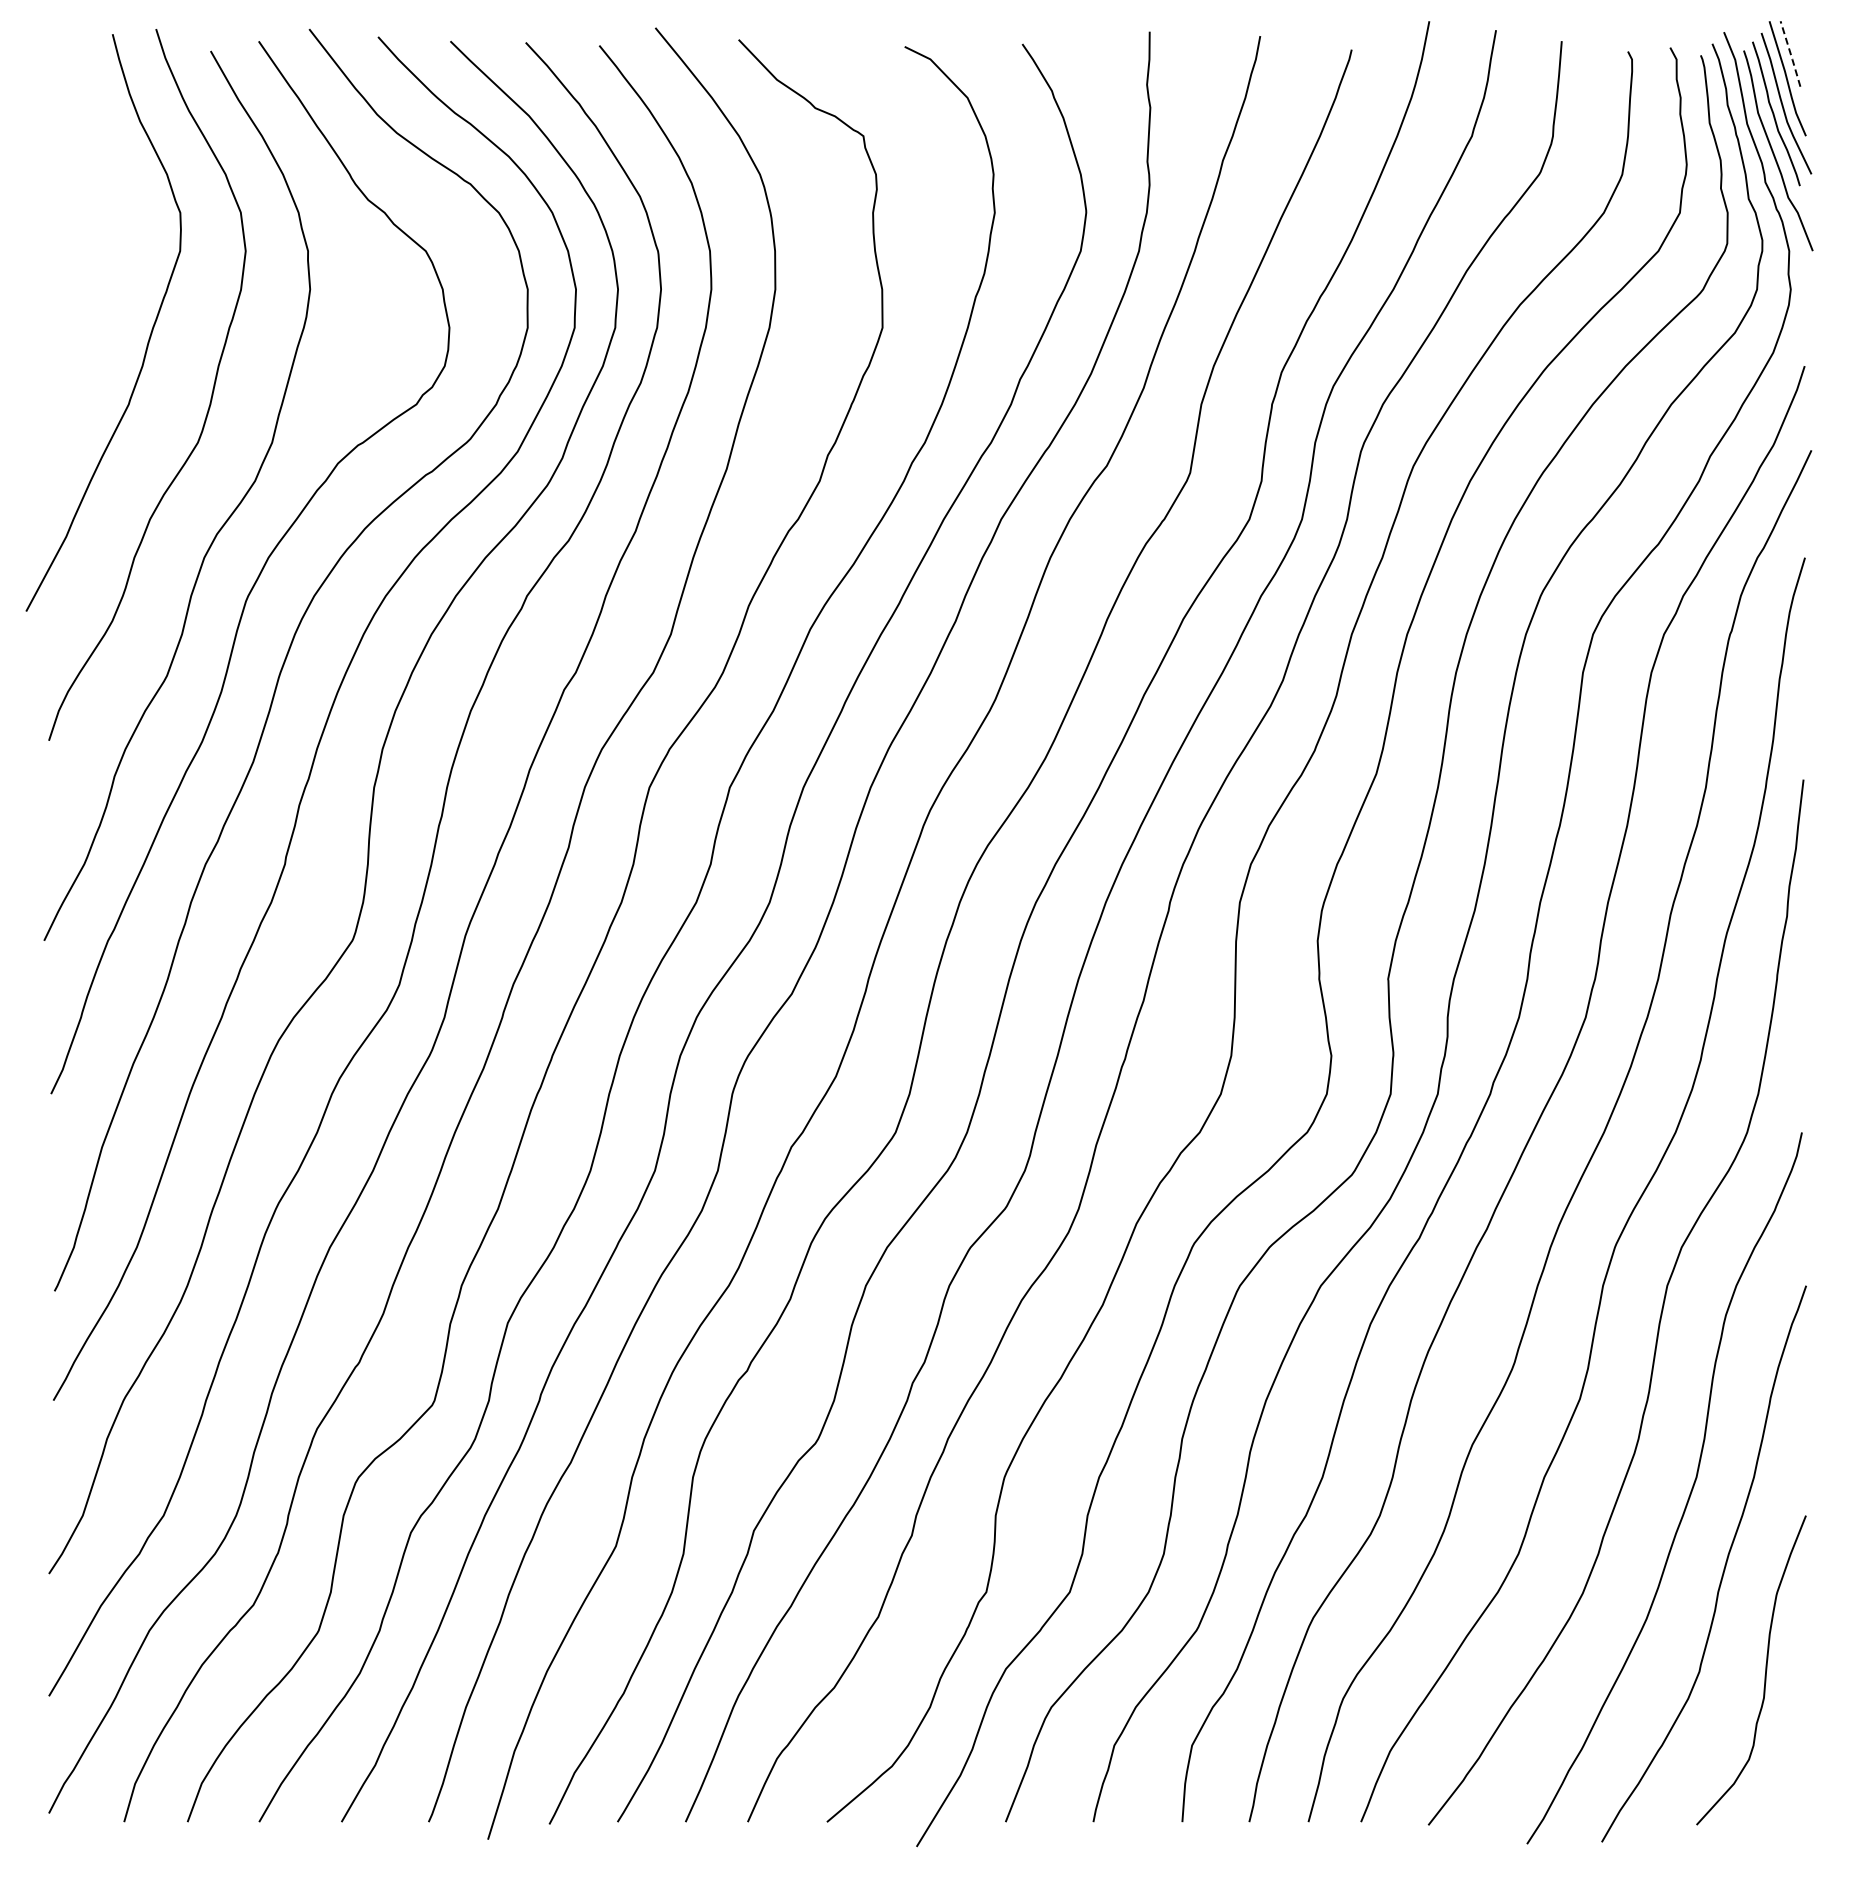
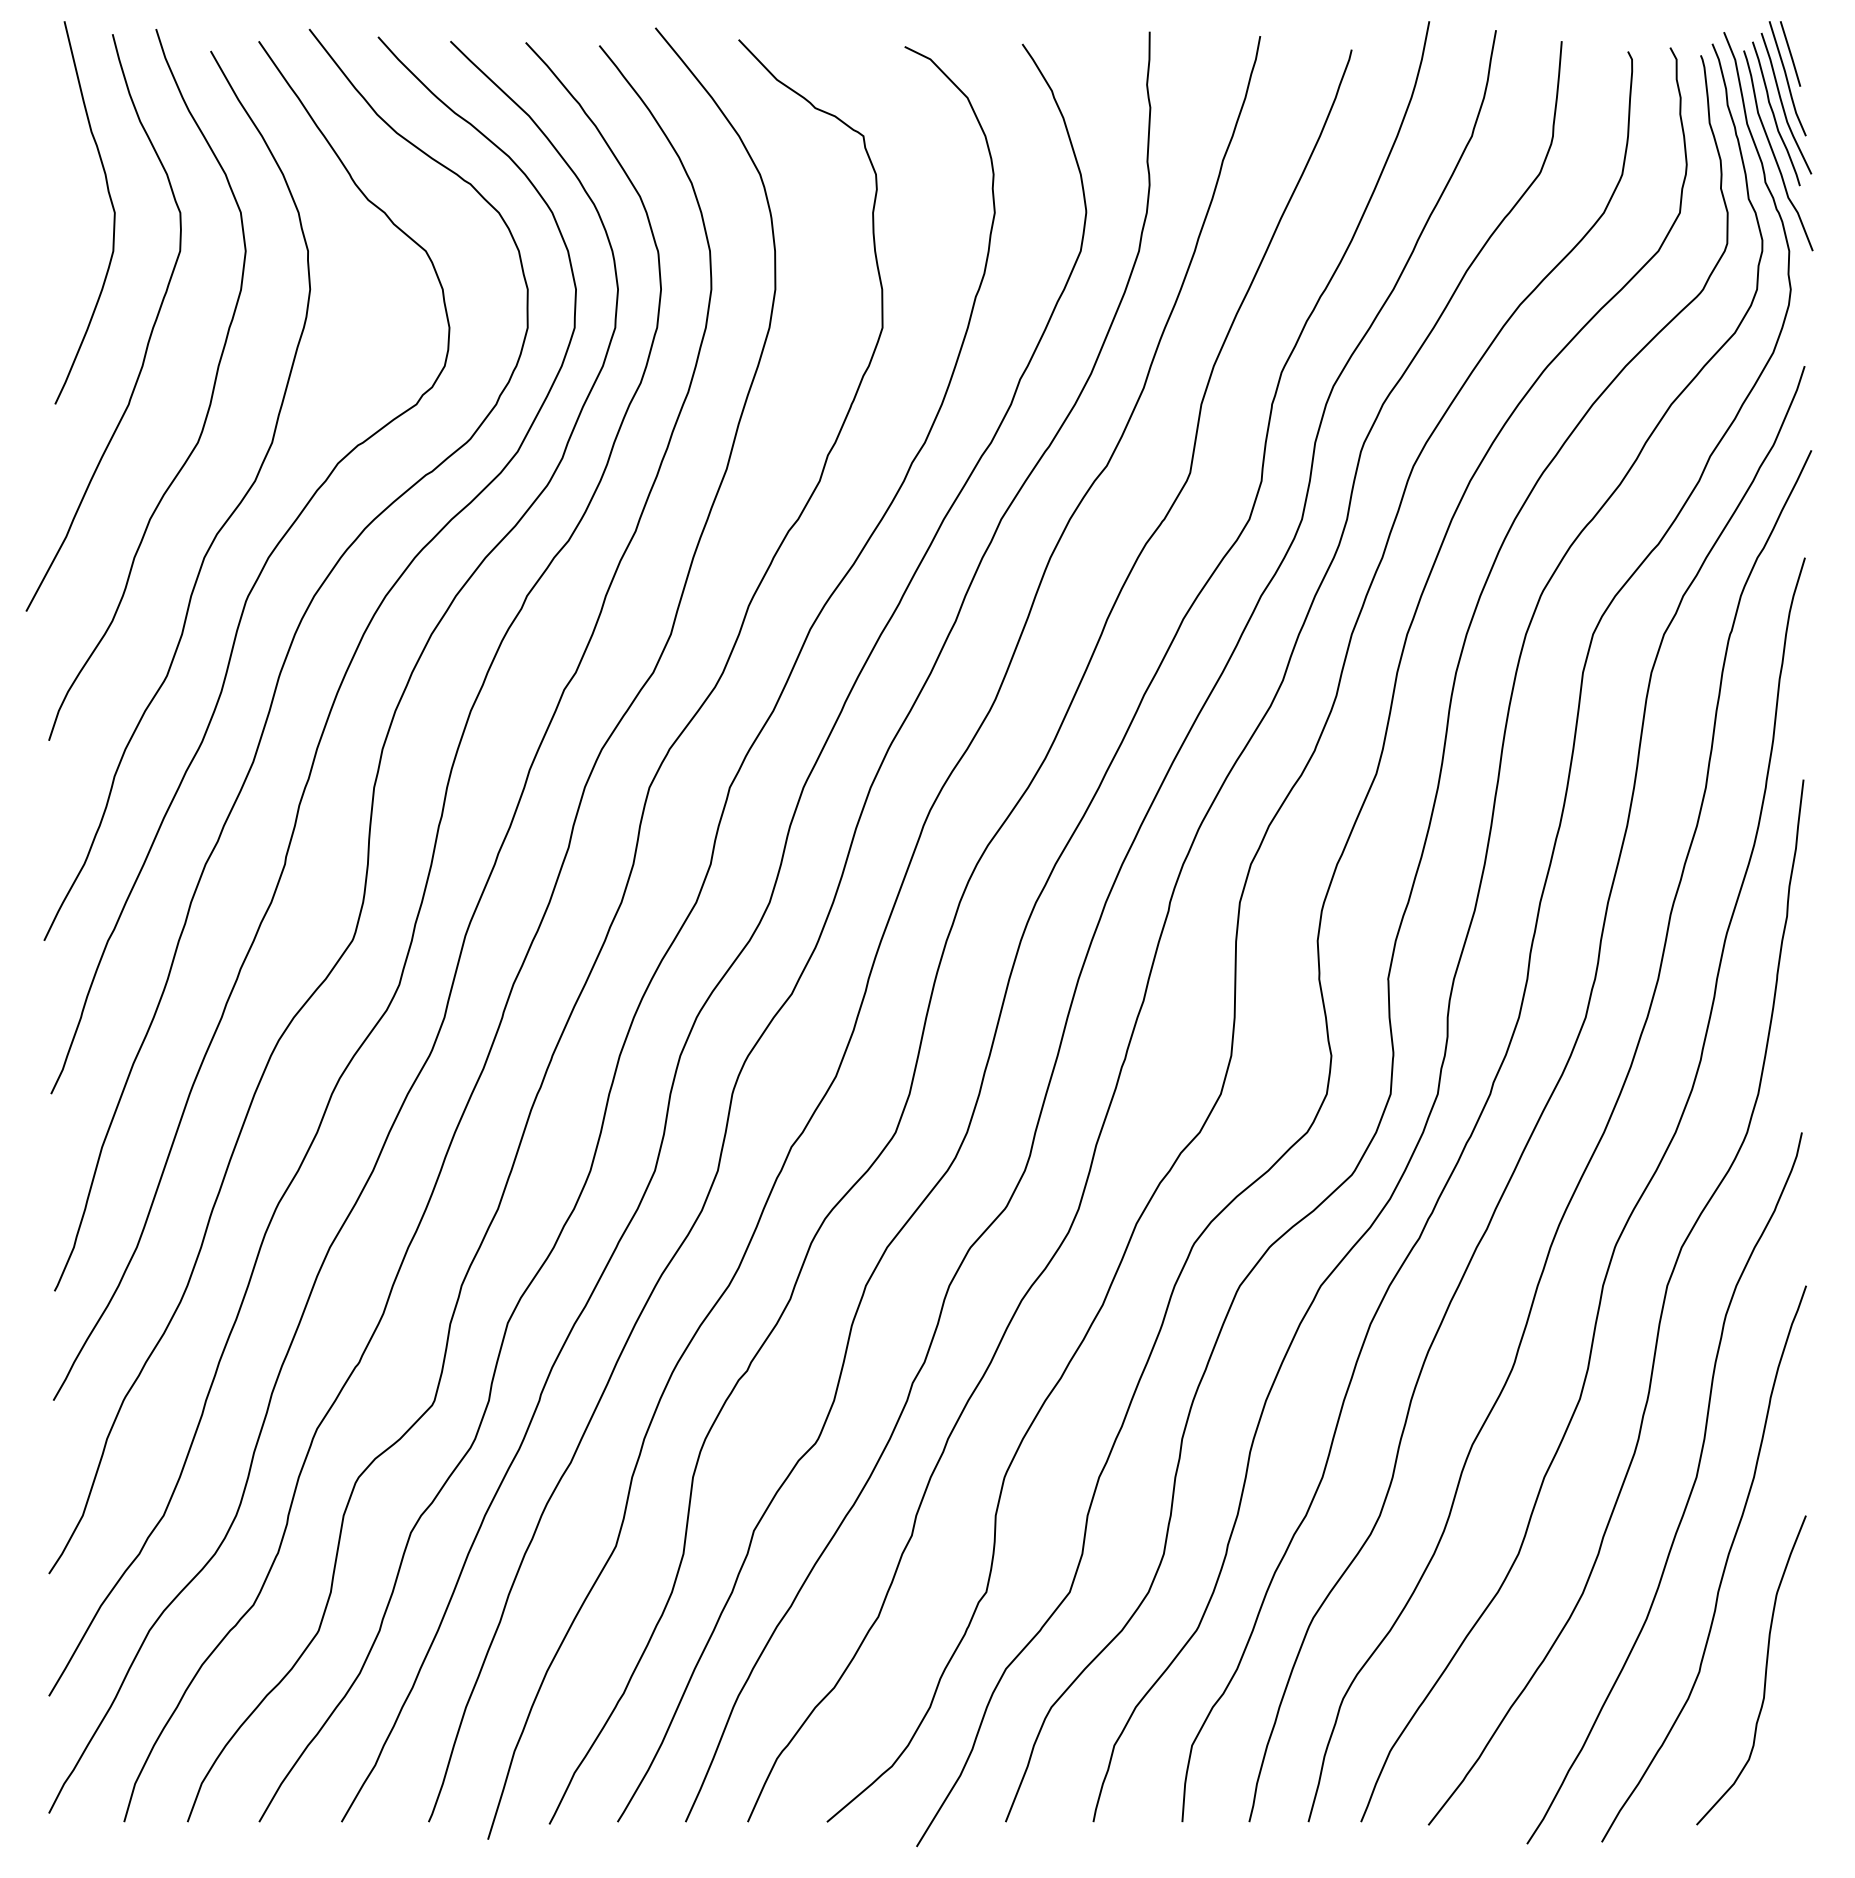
line at (1790, 53): dashed -> solid
curve at (110, 202): none -> present
